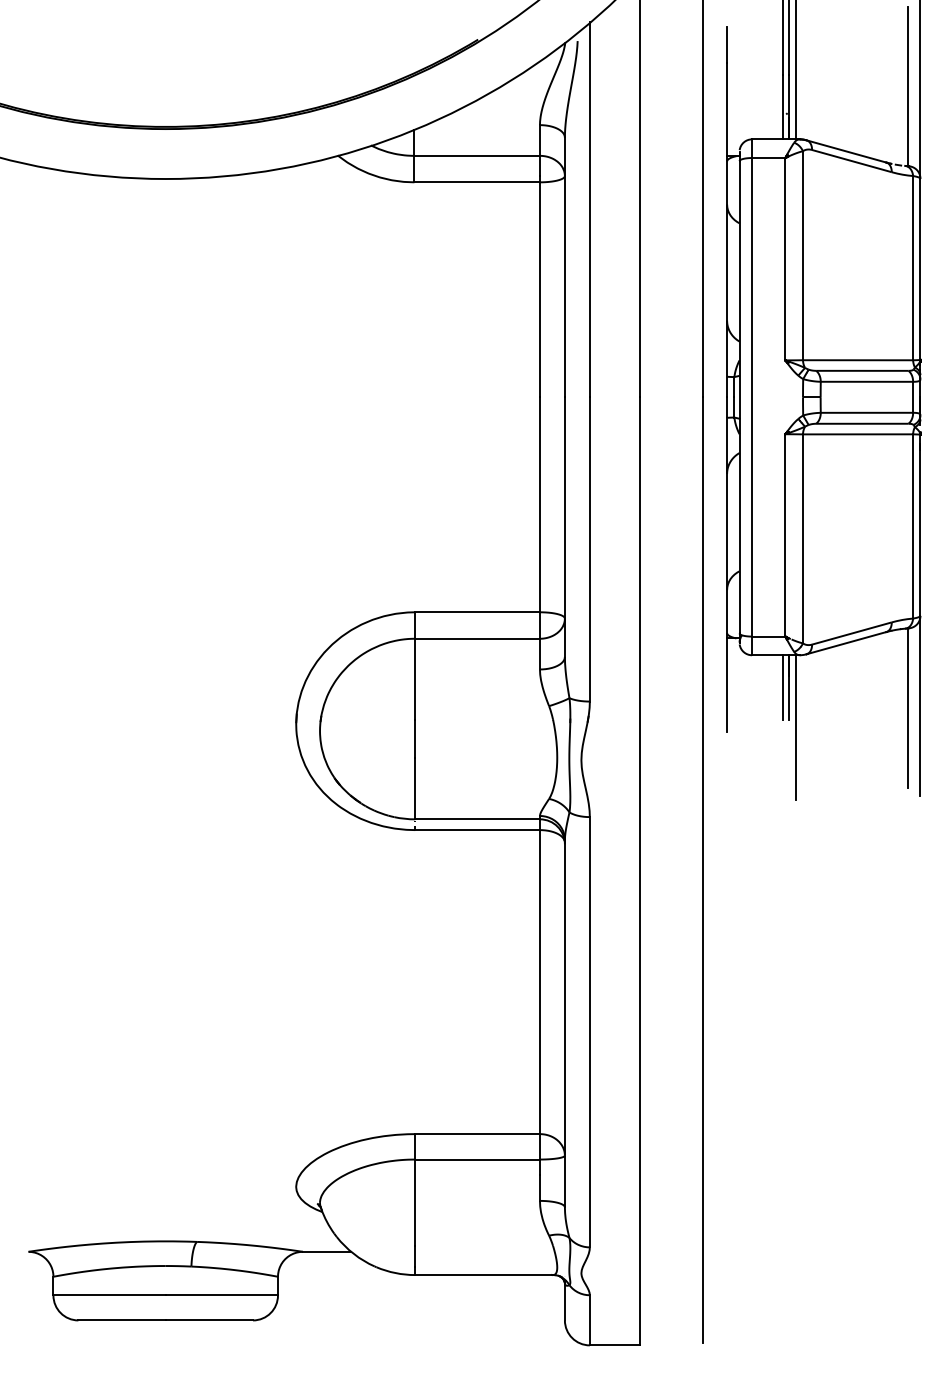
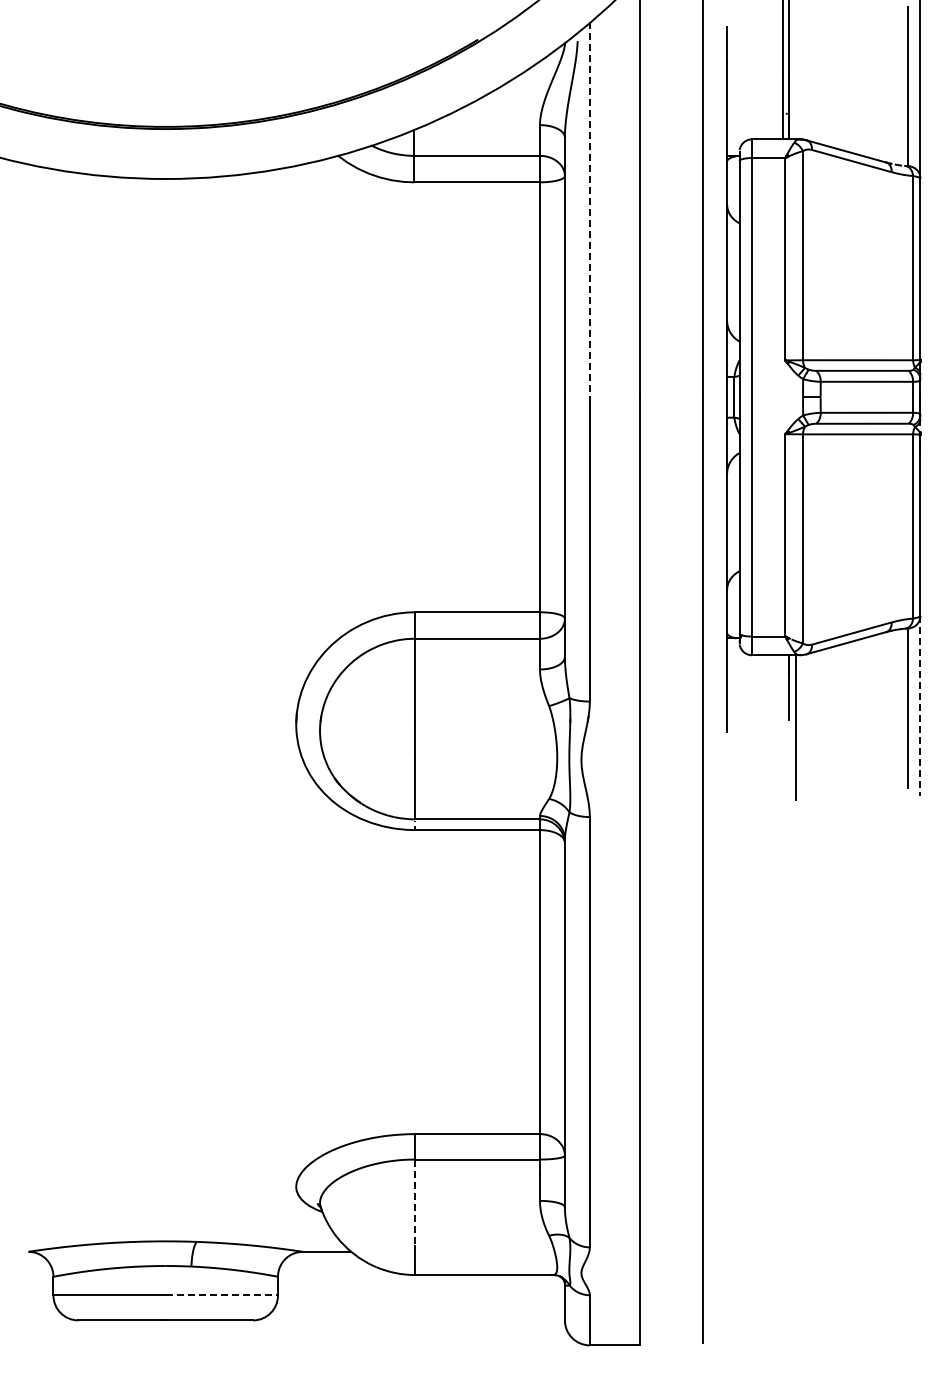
line at (795, 70): present -> none
line at (589, 210): solid -> dashed
line at (783, 687): present -> none
line at (920, 706): solid -> dashed
line at (415, 1203): solid -> dashed
line at (222, 1295): solid -> dashed
